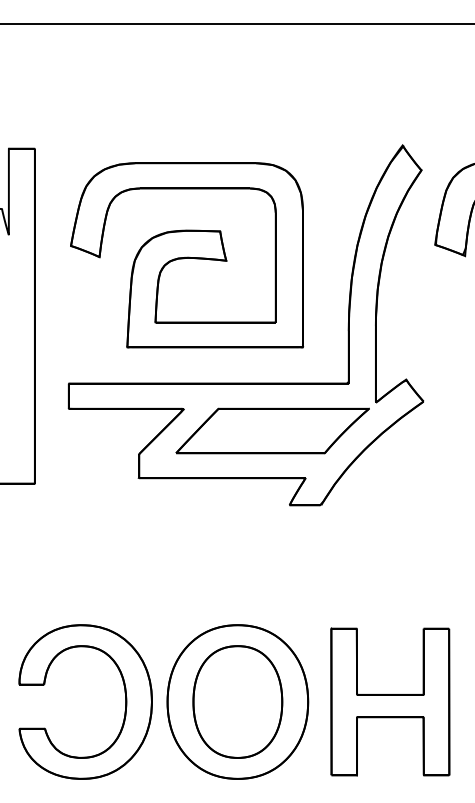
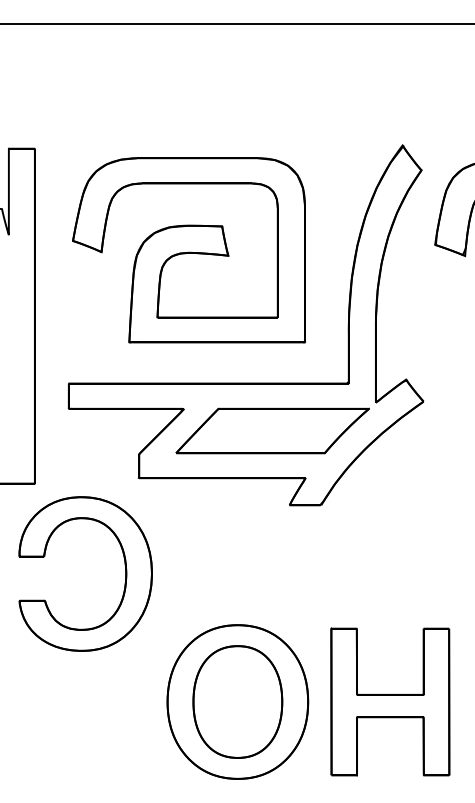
part at (187, 255) position: (187, 255) -> (189, 250)
part at (125, 701) position: (125, 701) -> (125, 573)
